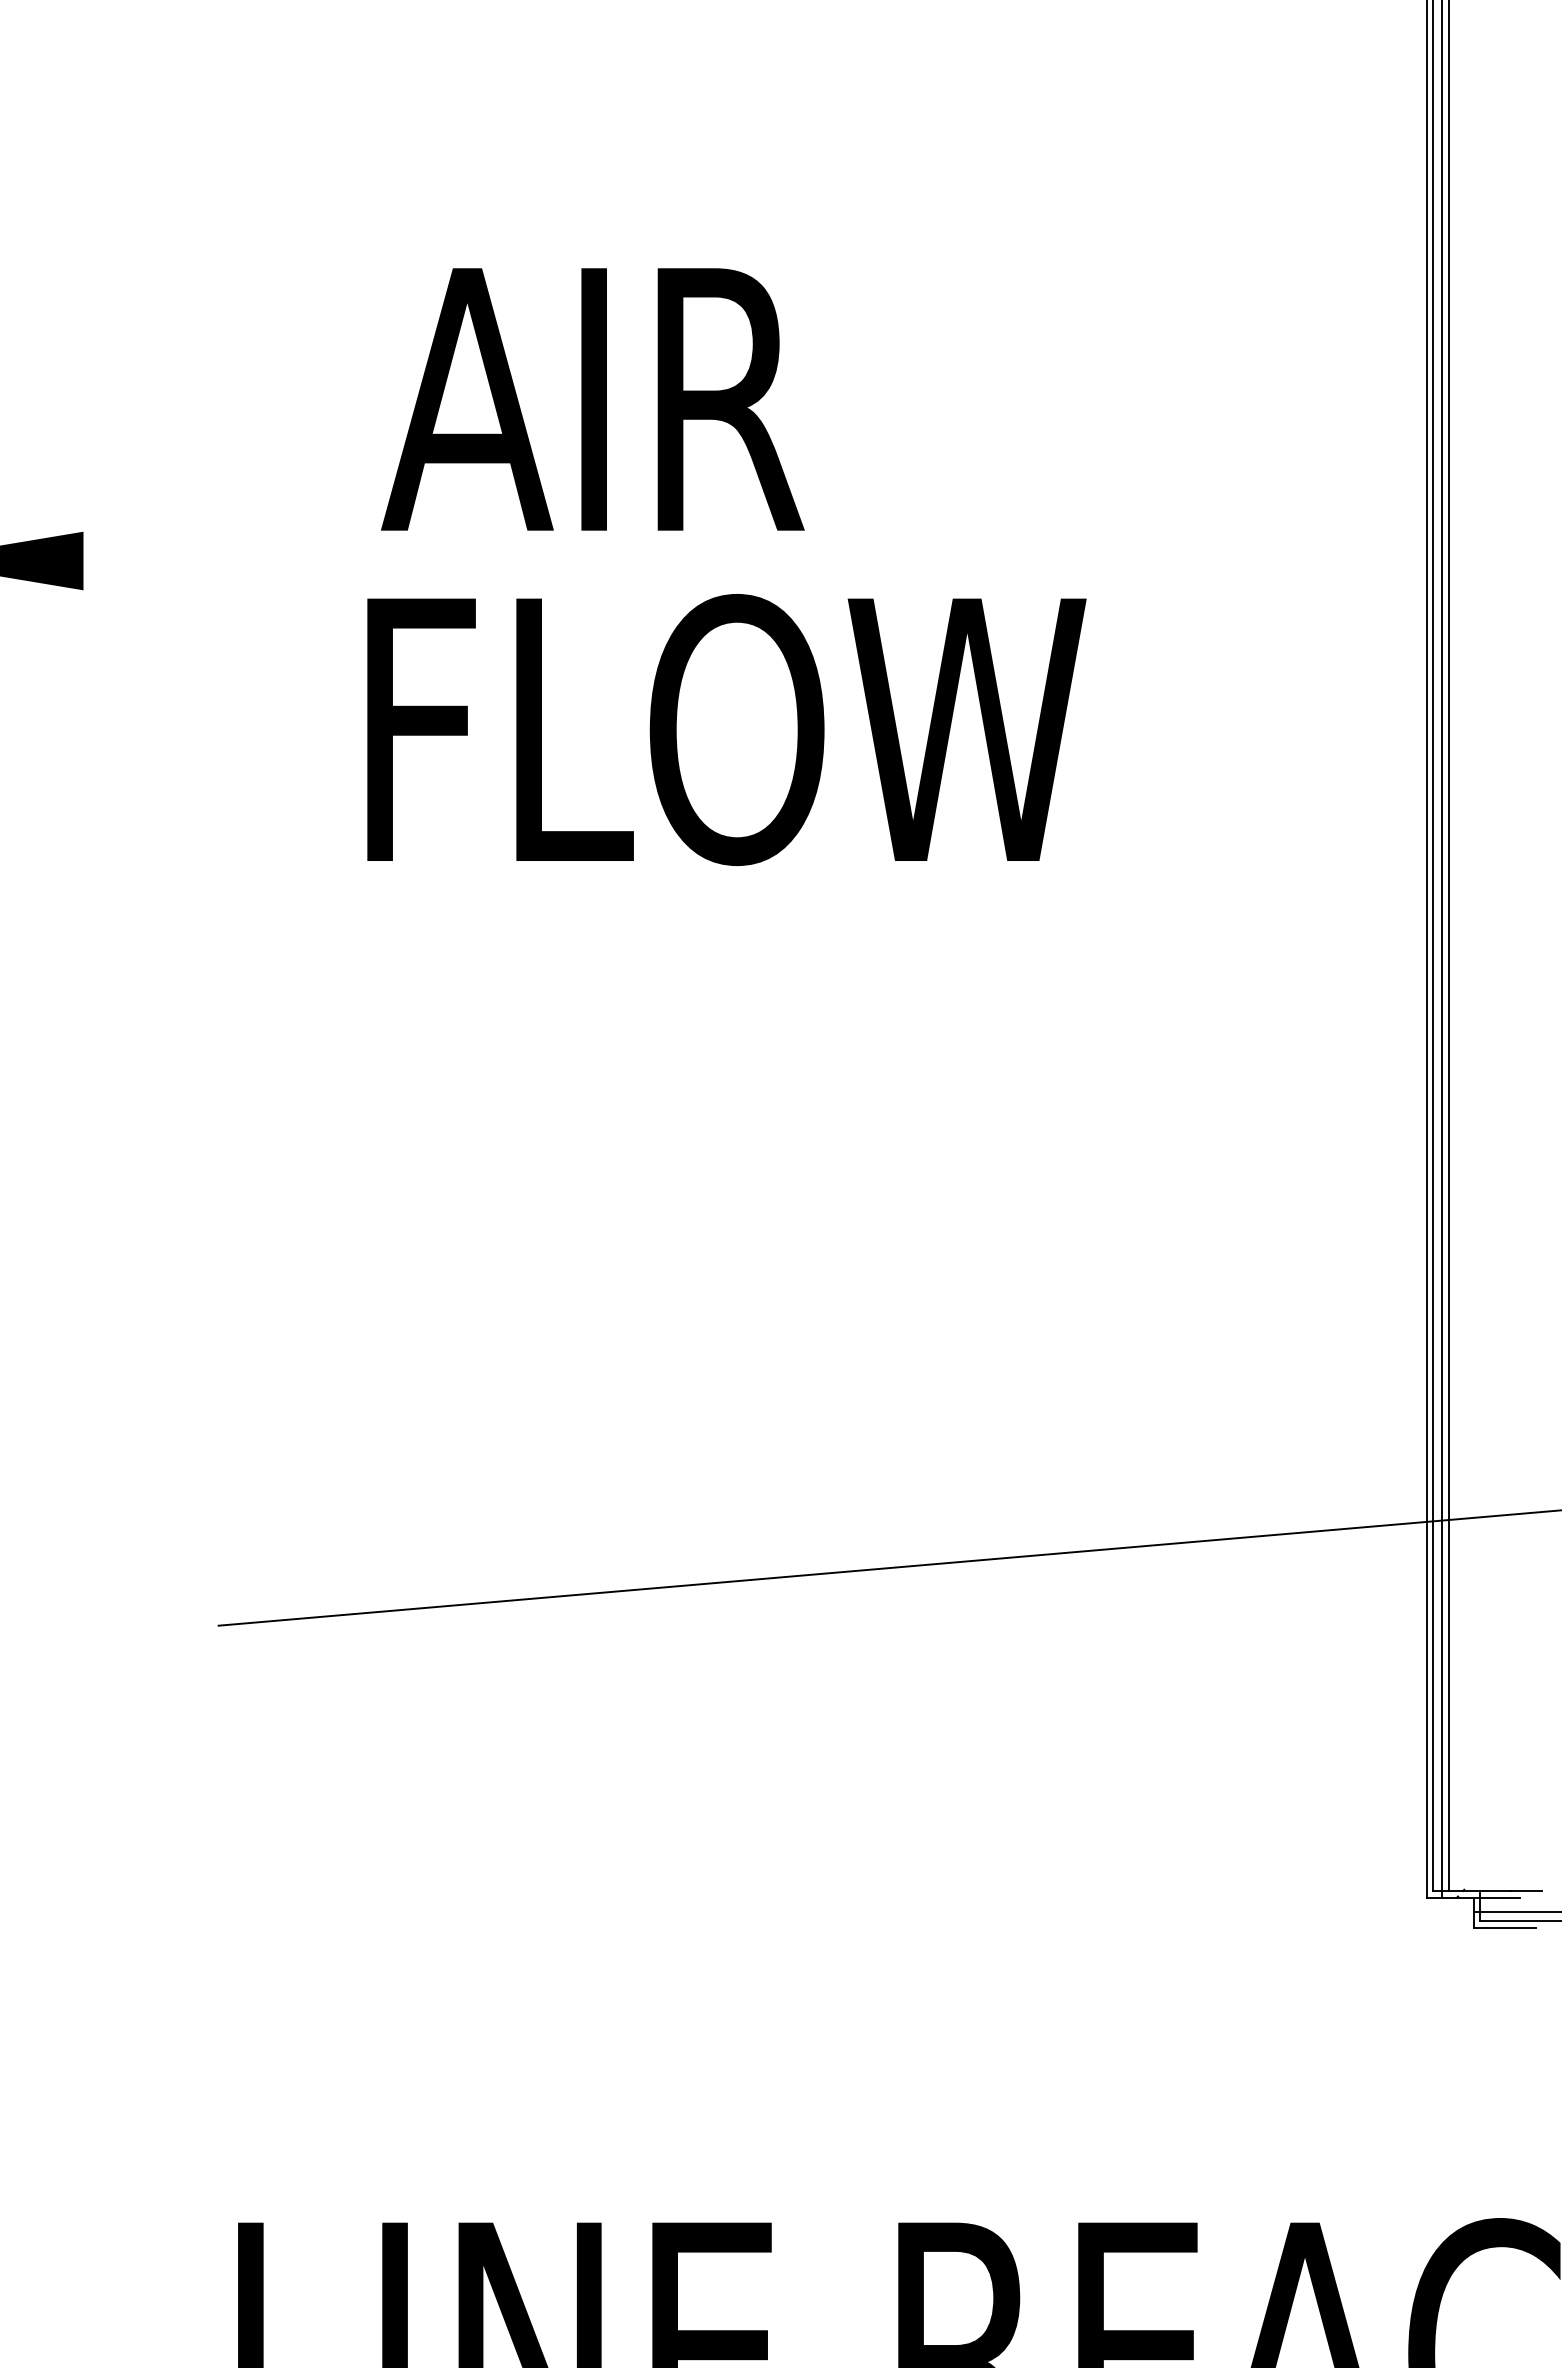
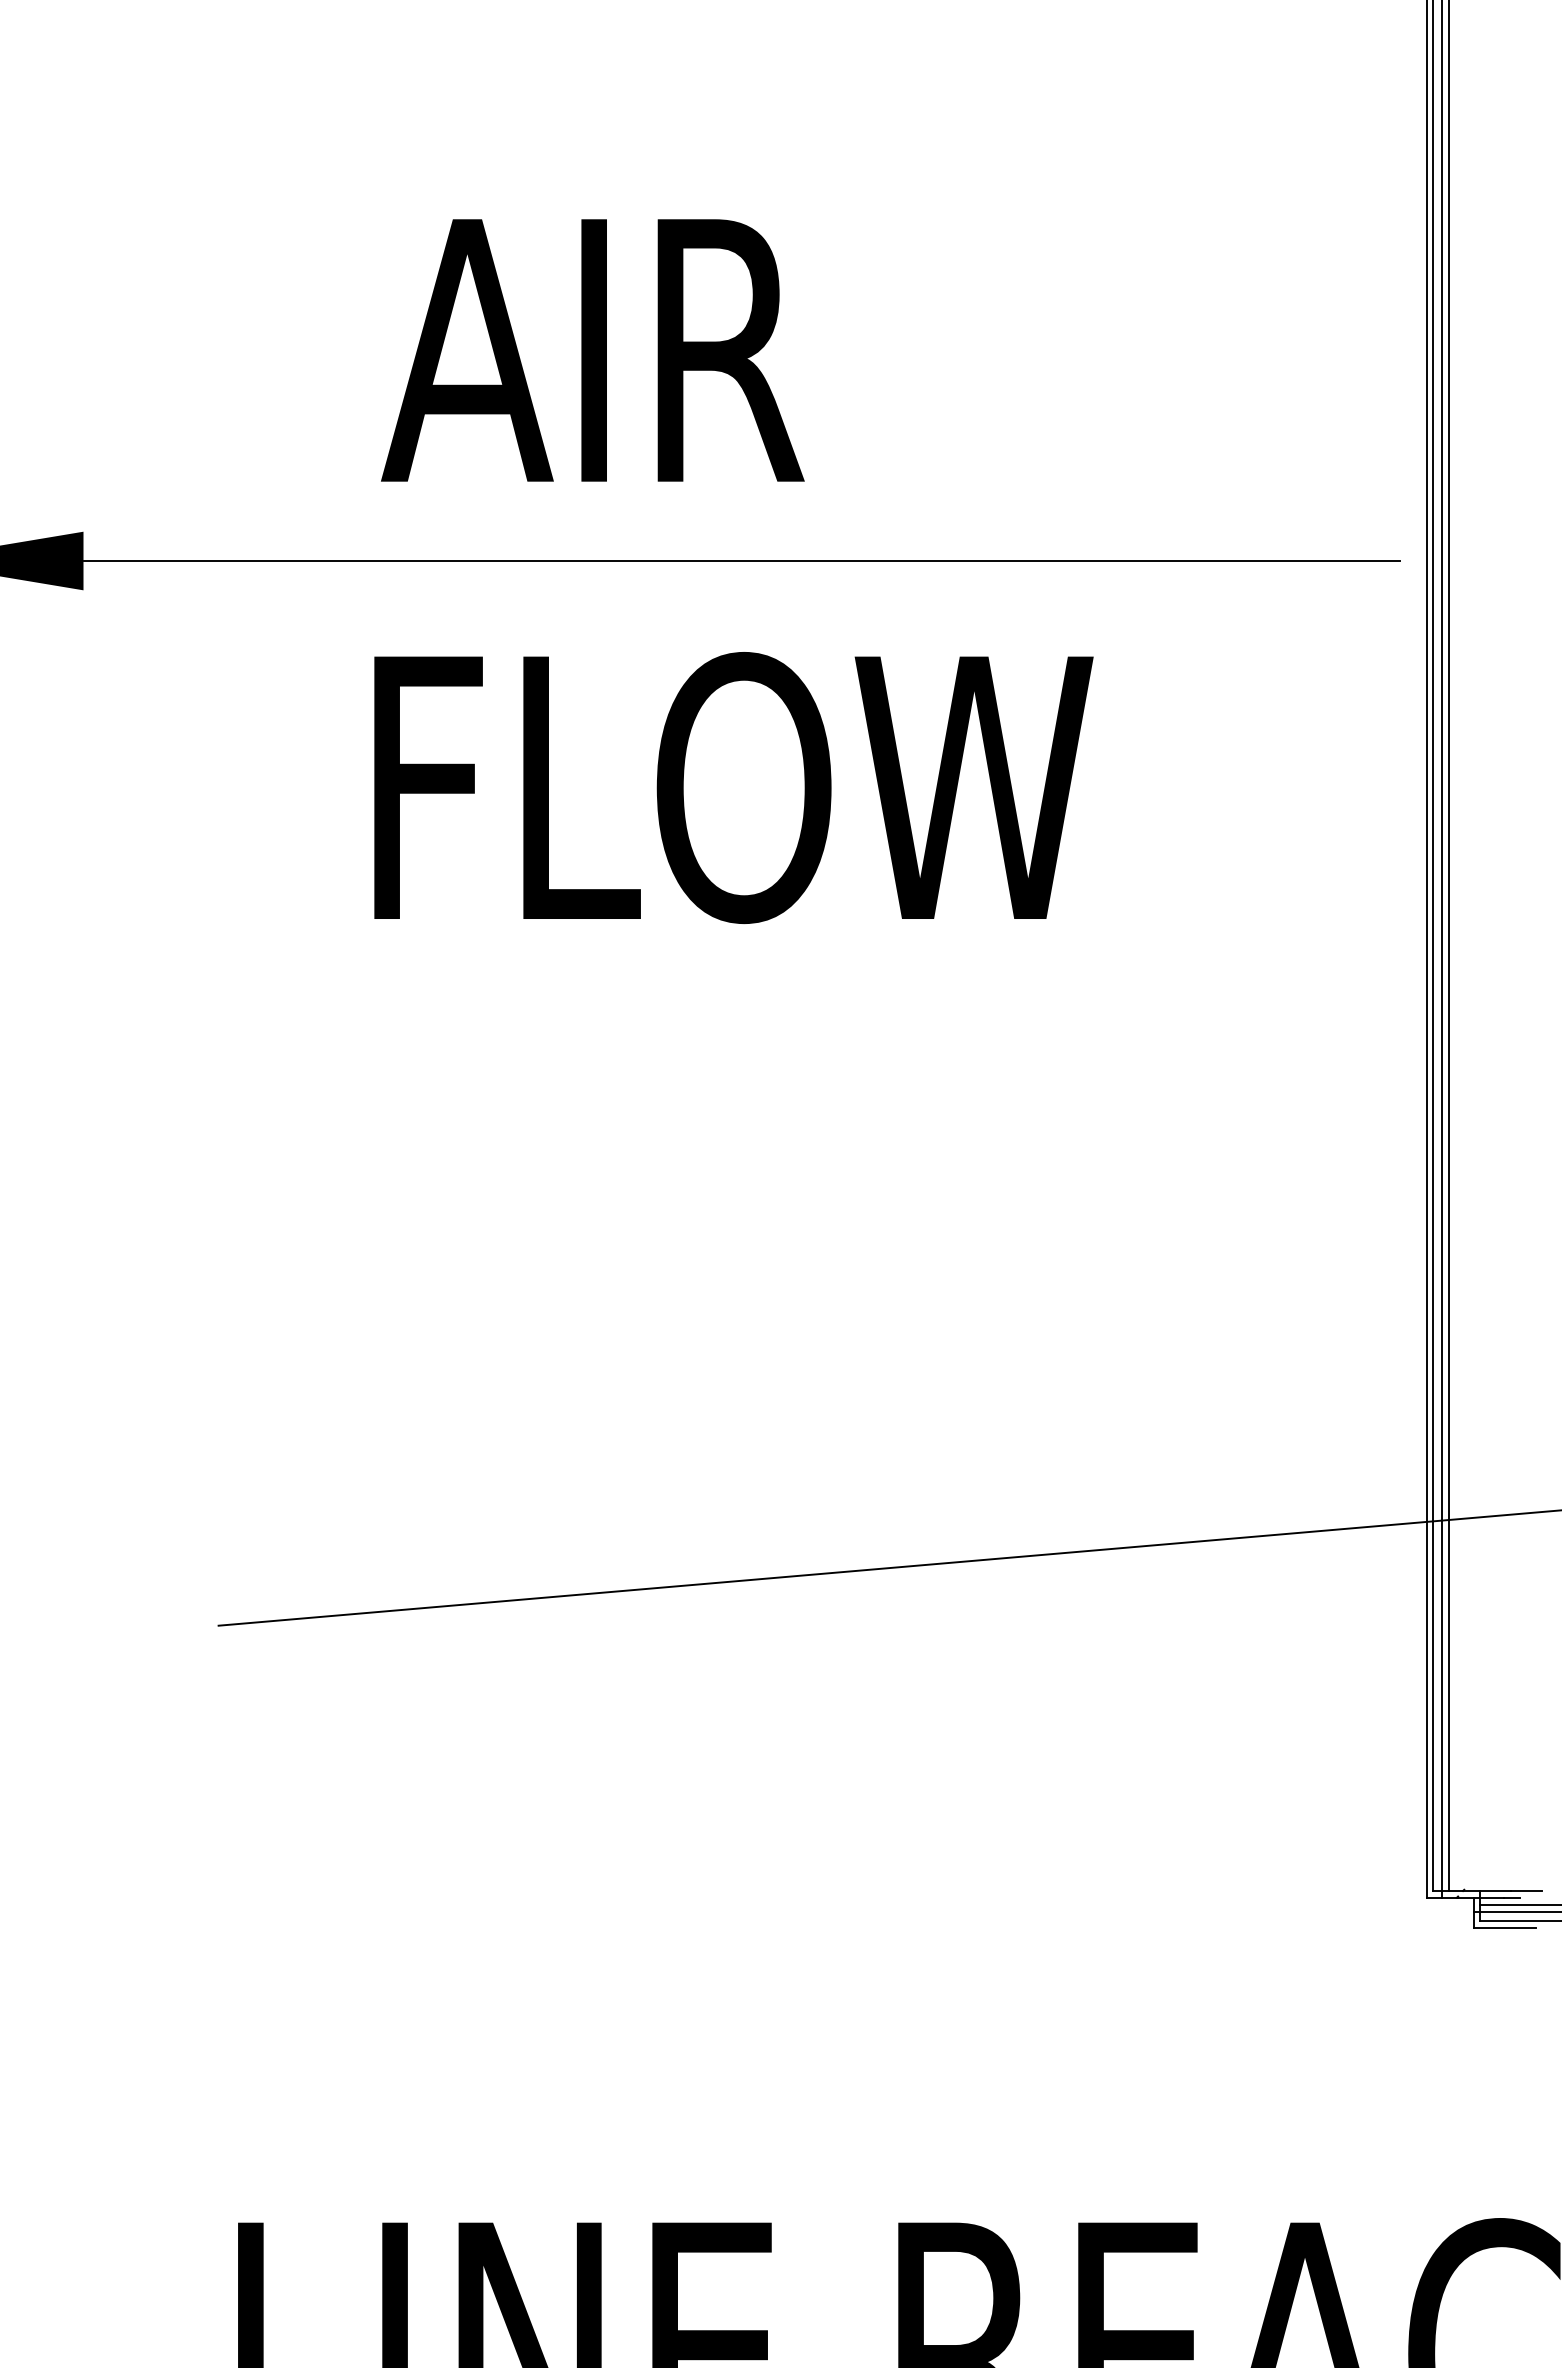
text at (592, 399) position: (592, 399) -> (592, 350)
line at (741, 561): none -> present
text at (726, 729) position: (726, 729) -> (733, 787)
line at (1518, 1905): none -> present
